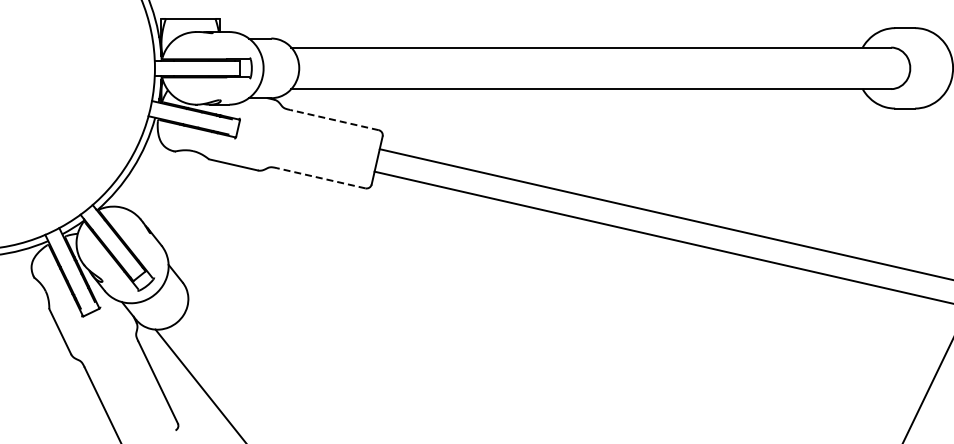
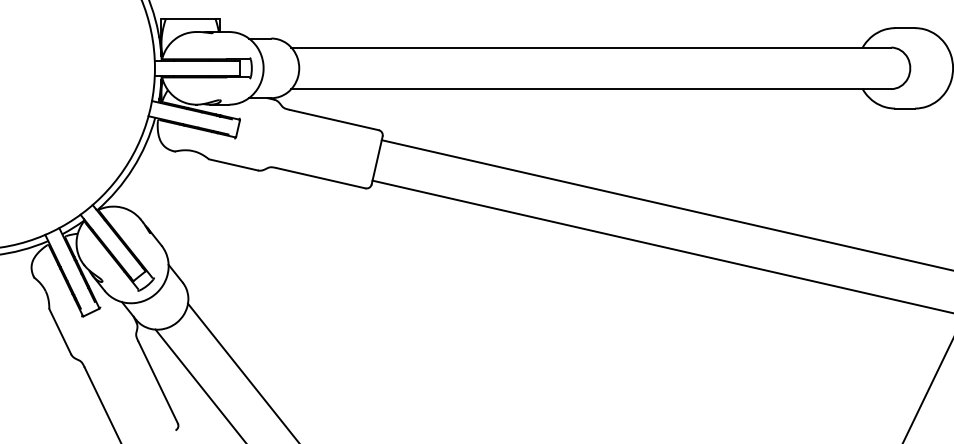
line at (334, 119): dashed -> solid
line at (320, 178): dashed -> solid
line at (664, 214) position: (664, 214) -> (665, 205)
line at (662, 237) position: (662, 237) -> (661, 246)
line at (242, 371): none -> present
